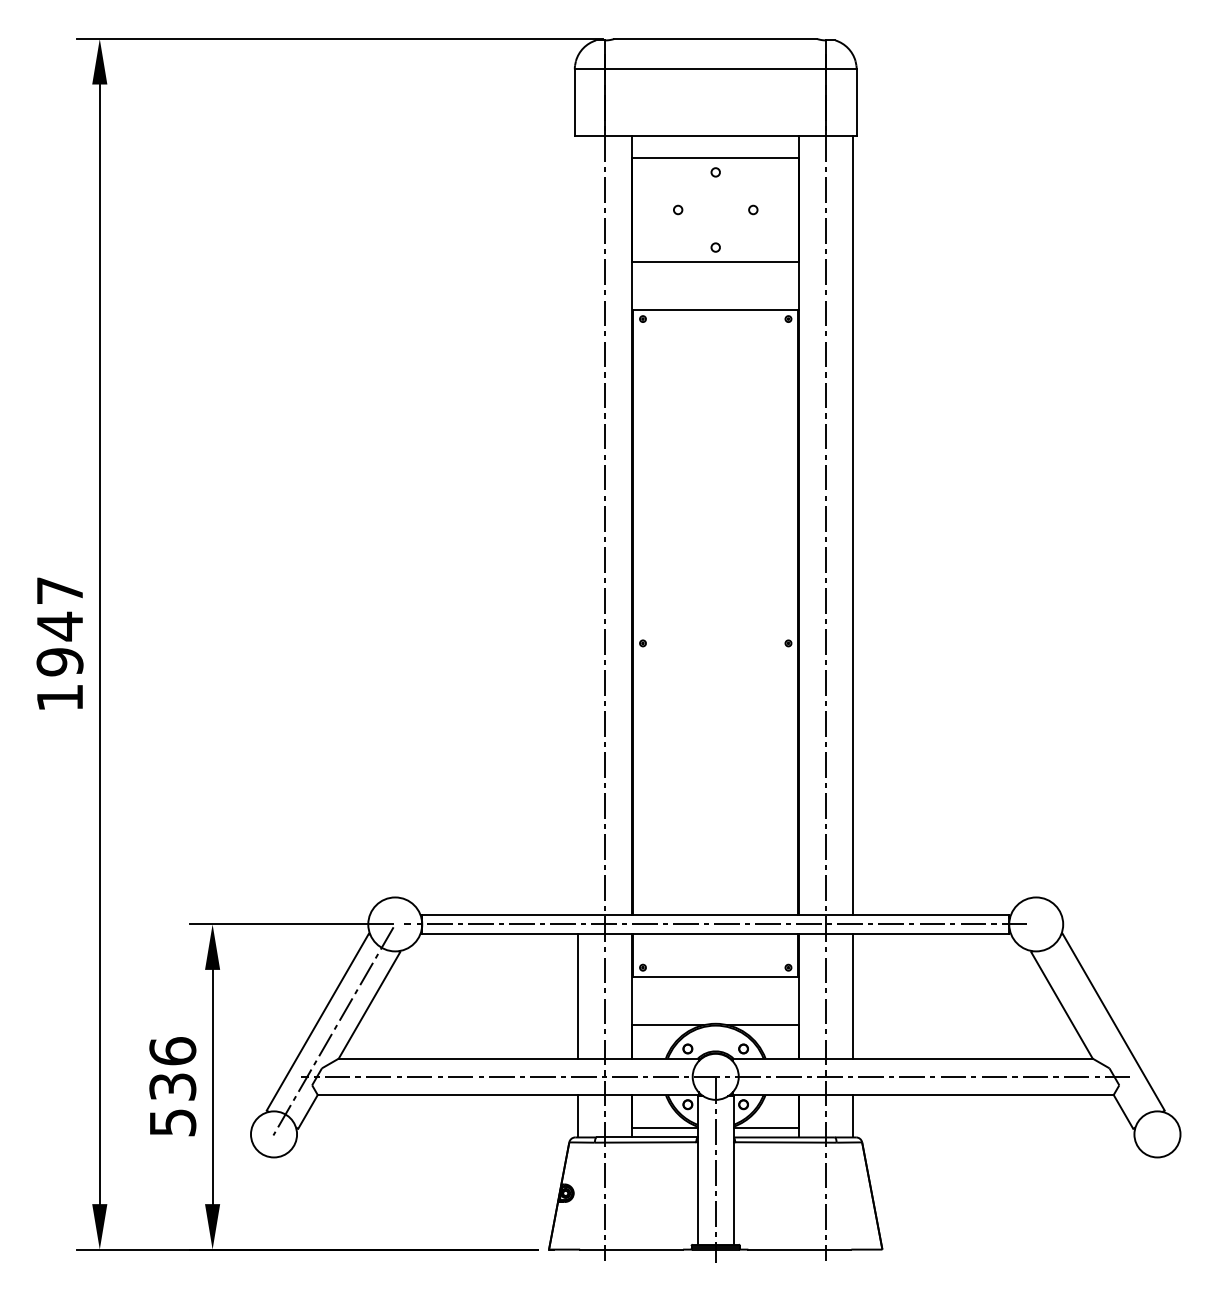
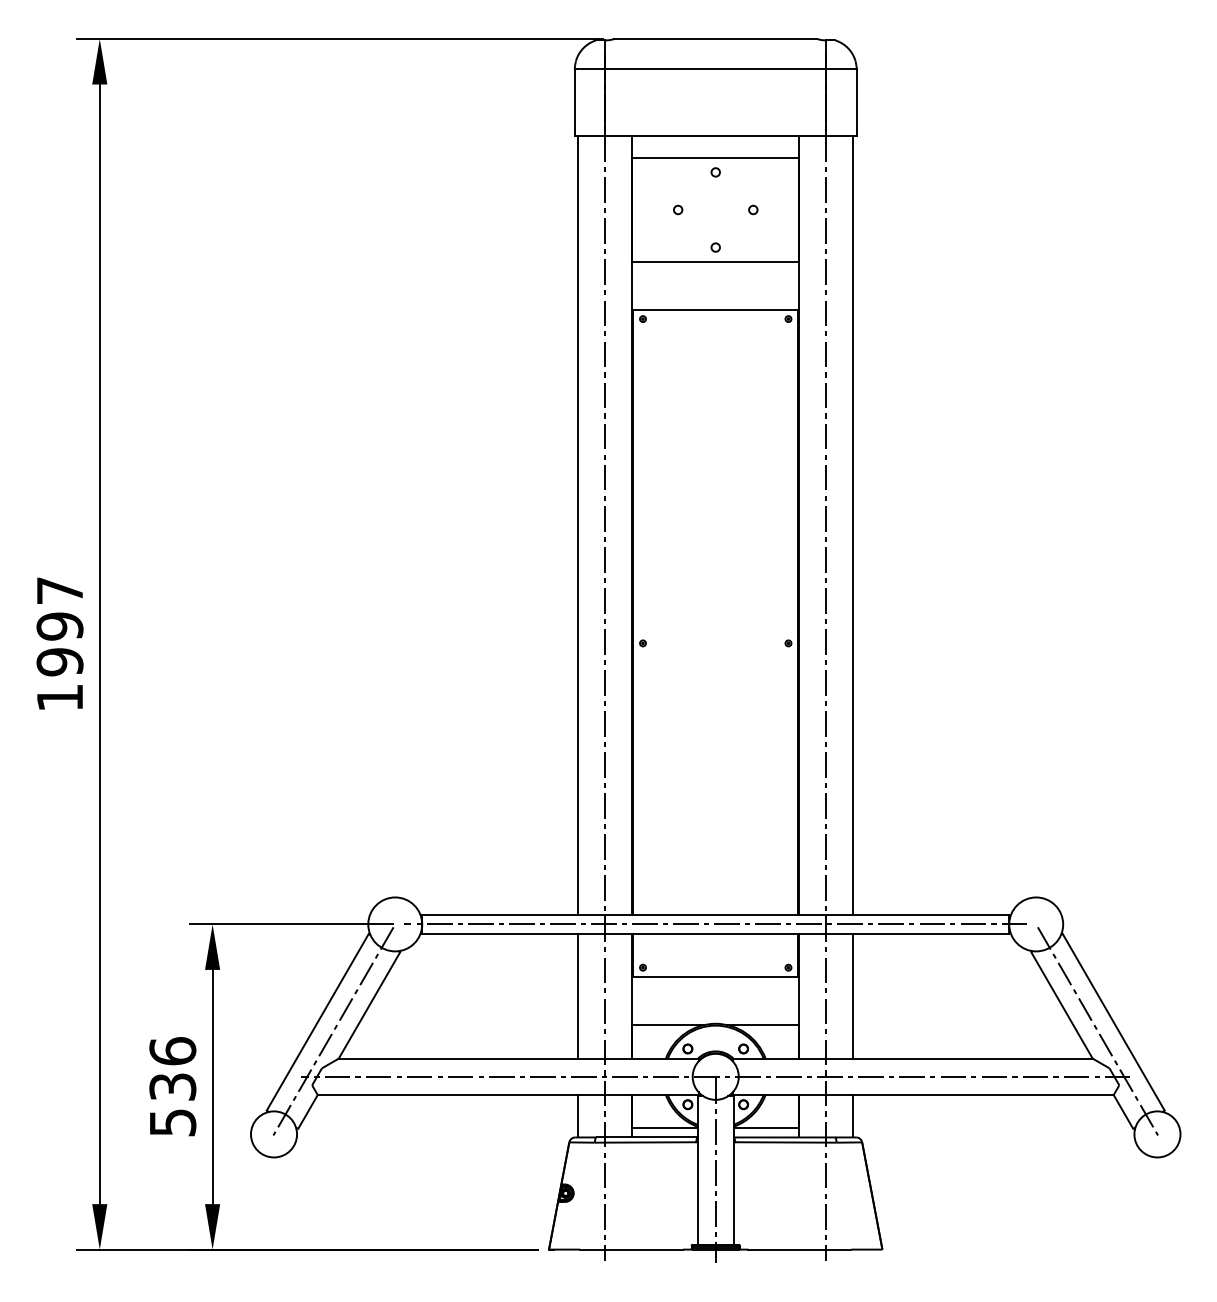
line at (578, 525): none -> present
text at (59, 626): 1947 -> 1997
line at (1097, 1031): none -> present
